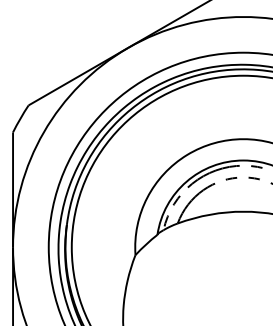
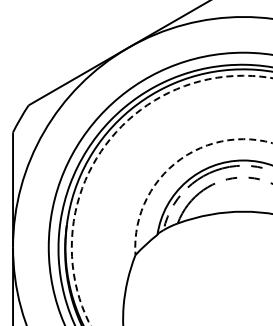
arc at (174, 163): solid -> dashed
circle at (171, 200): solid -> dashed
